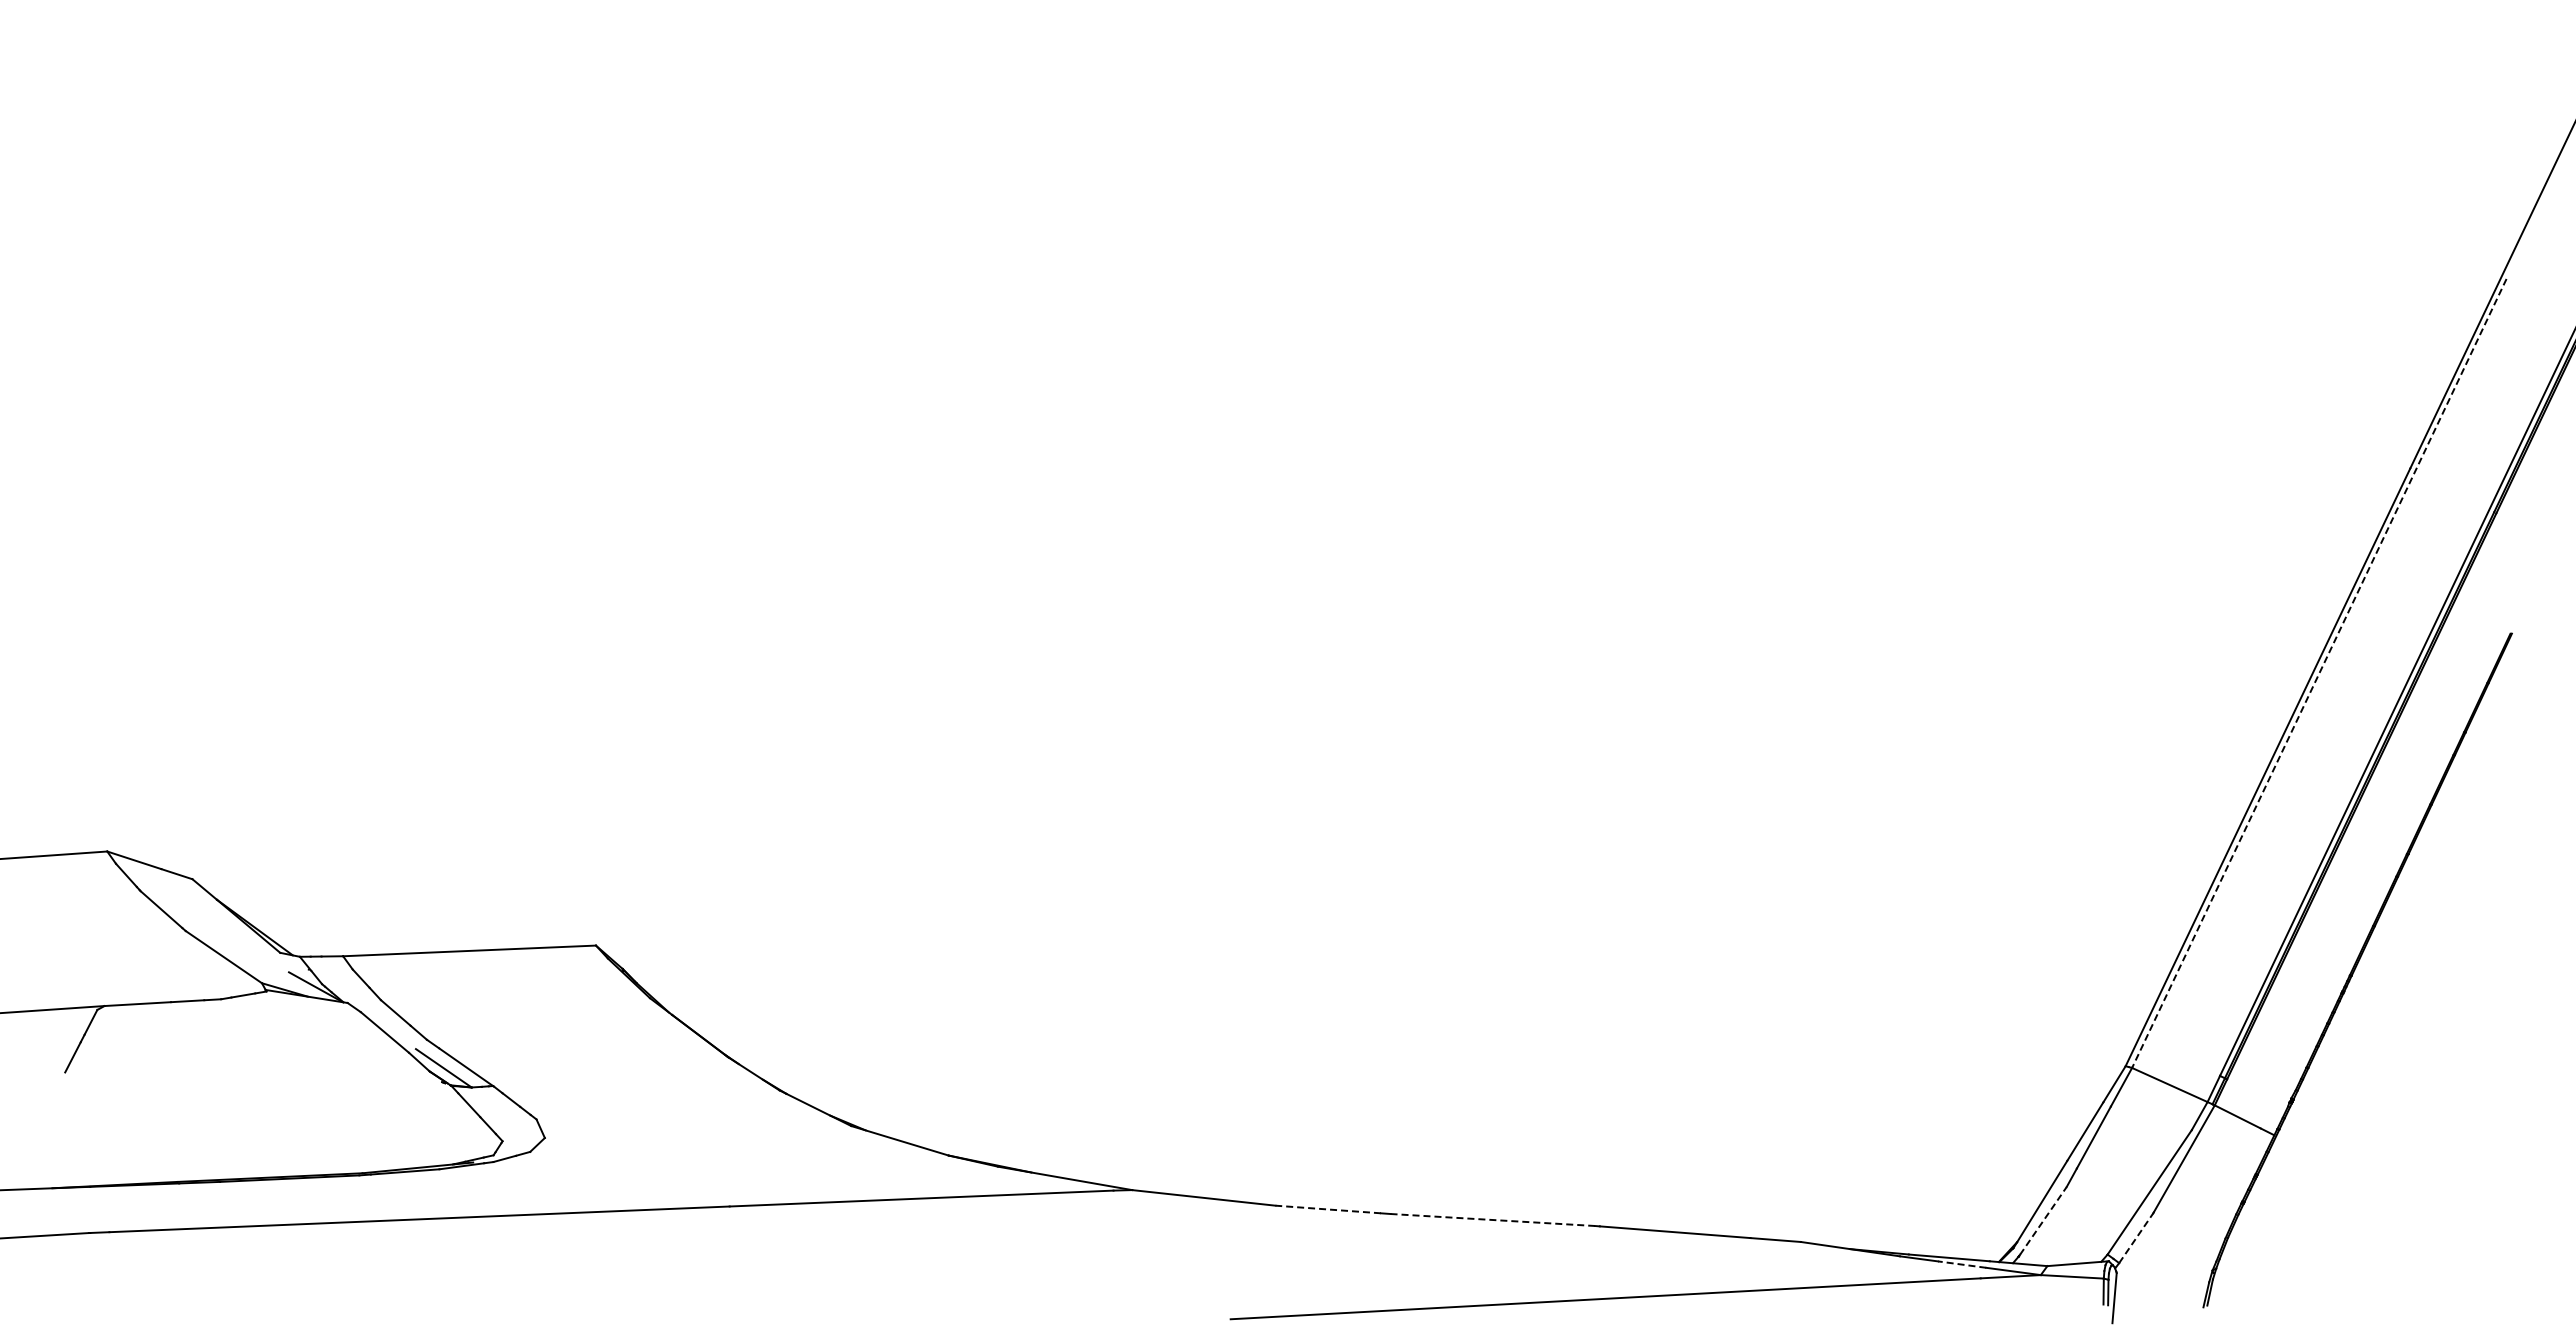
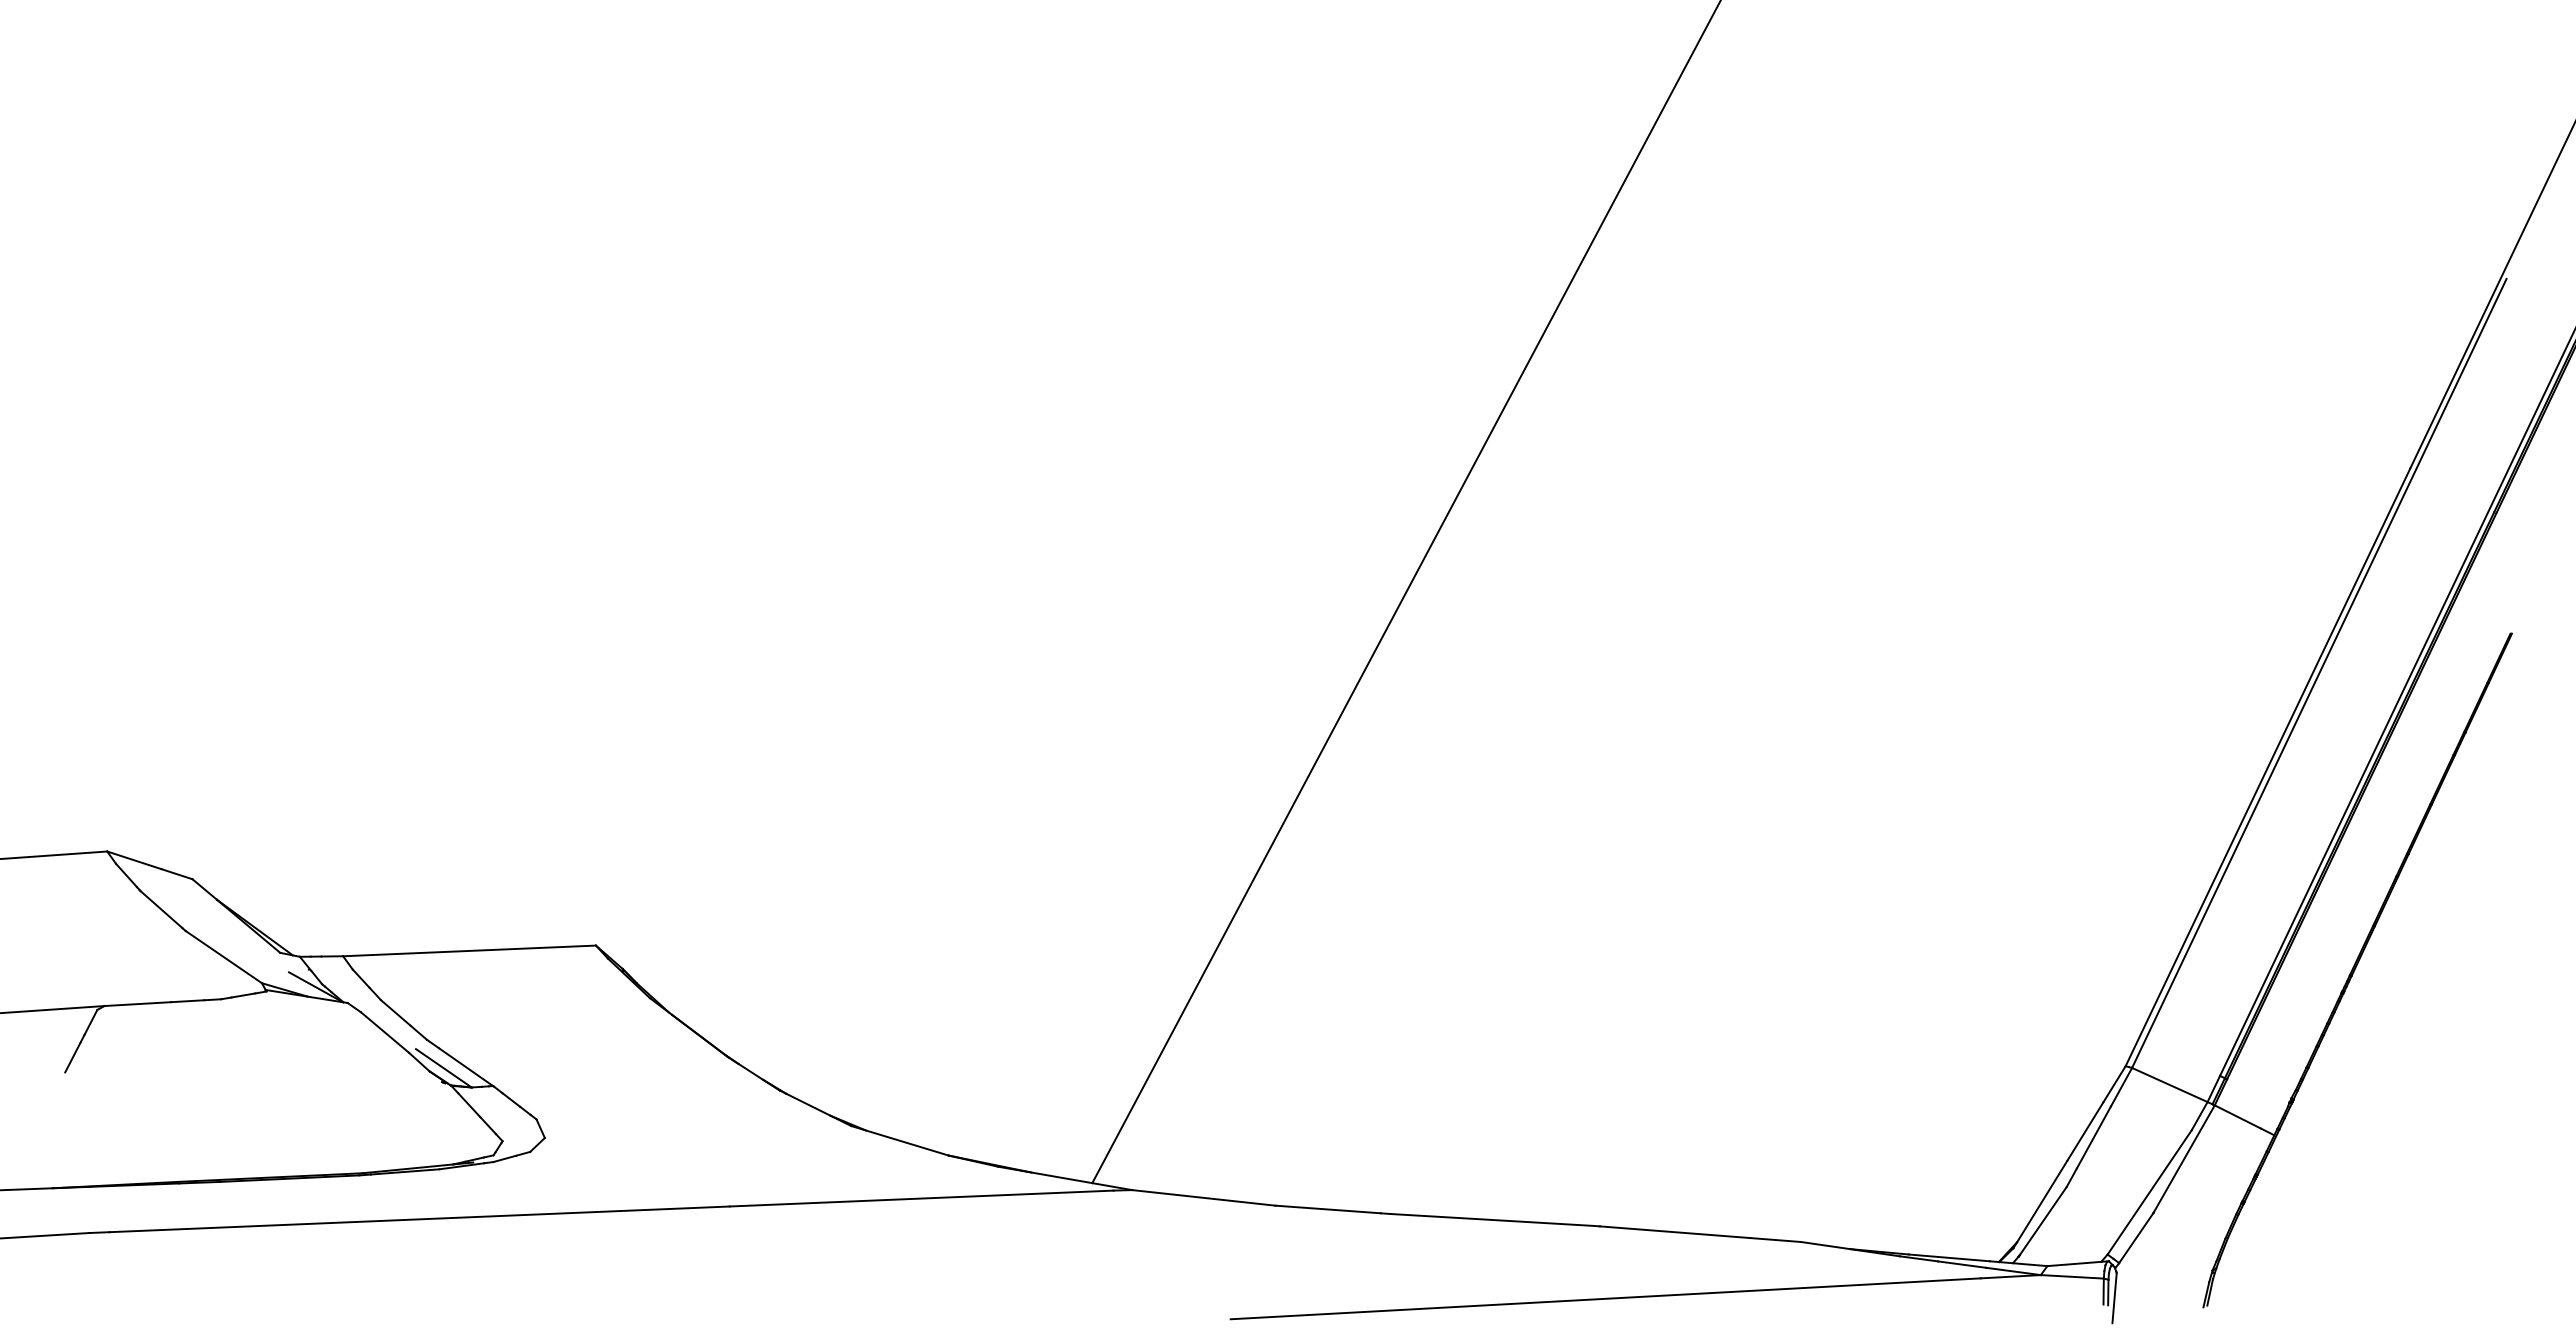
line at (1405, 592): none -> present
line at (2319, 673): dashed -> solid
line at (1328, 1209): dashed -> solid
line at (1493, 1220): dashed -> solid
line at (2043, 1220): dashed -> solid
line at (2136, 1237): dashed -> solid
line at (1961, 1264): dashed -> solid
